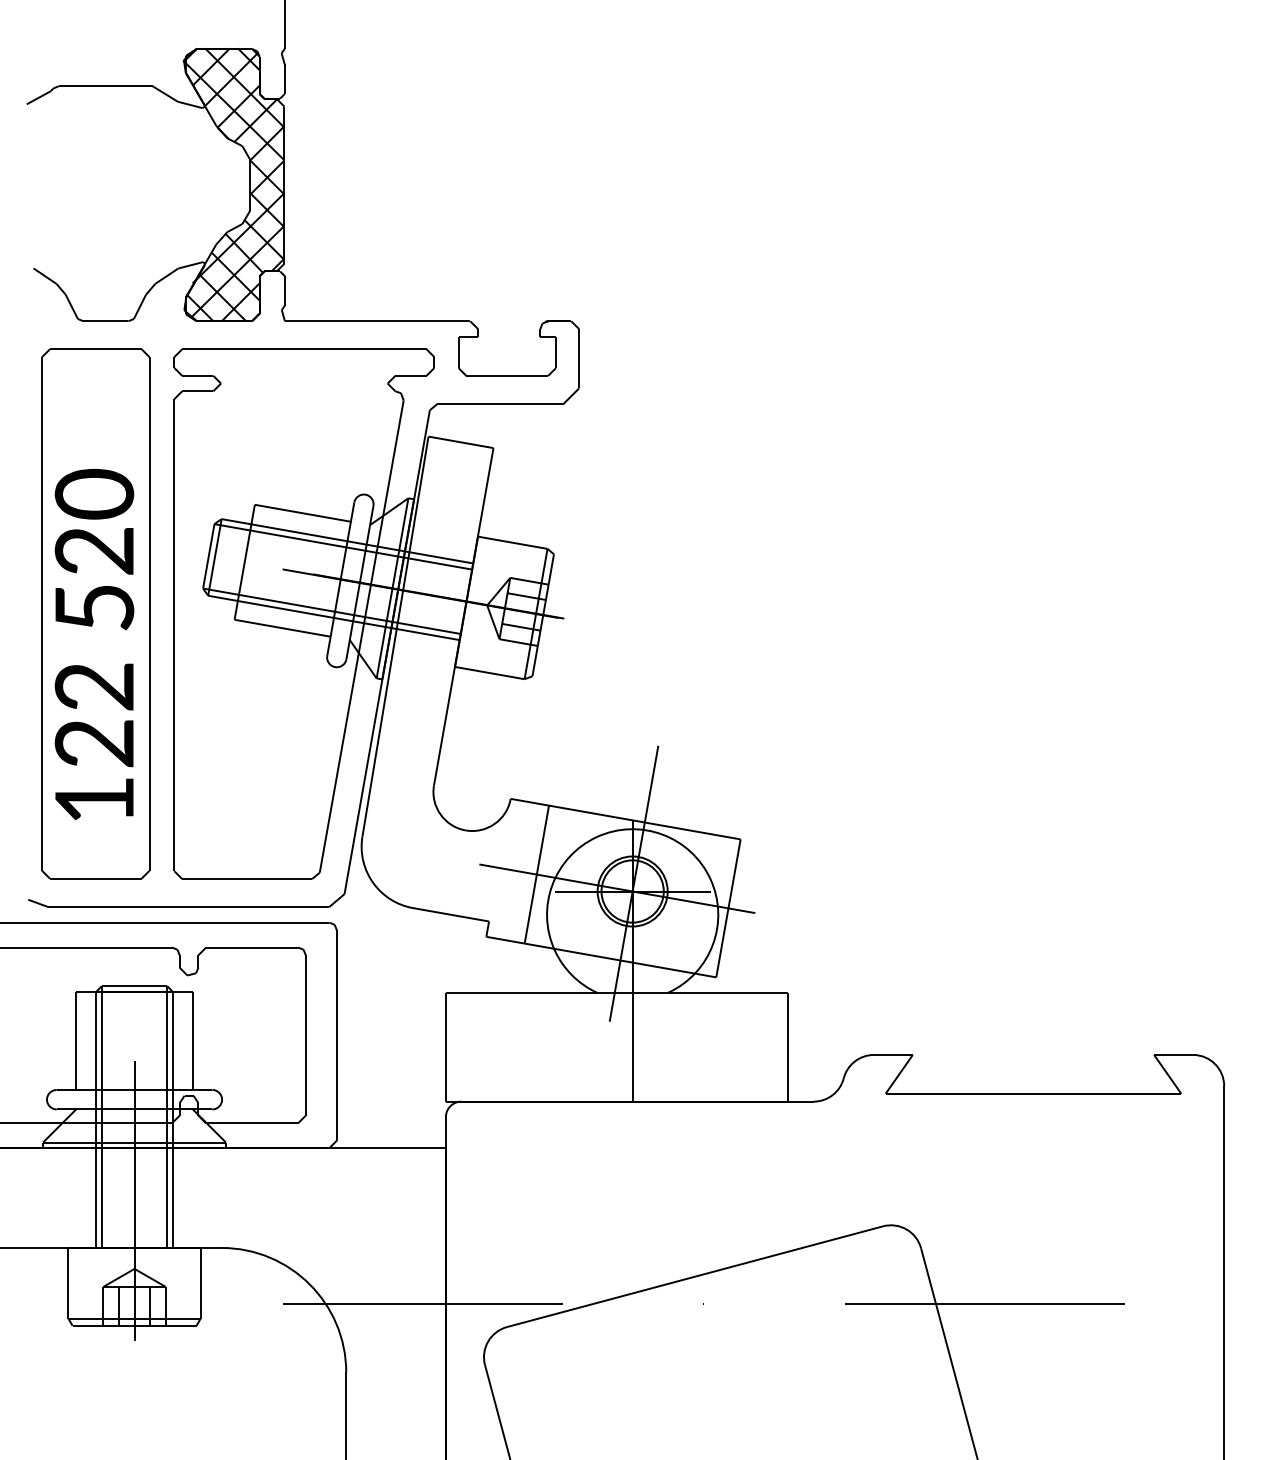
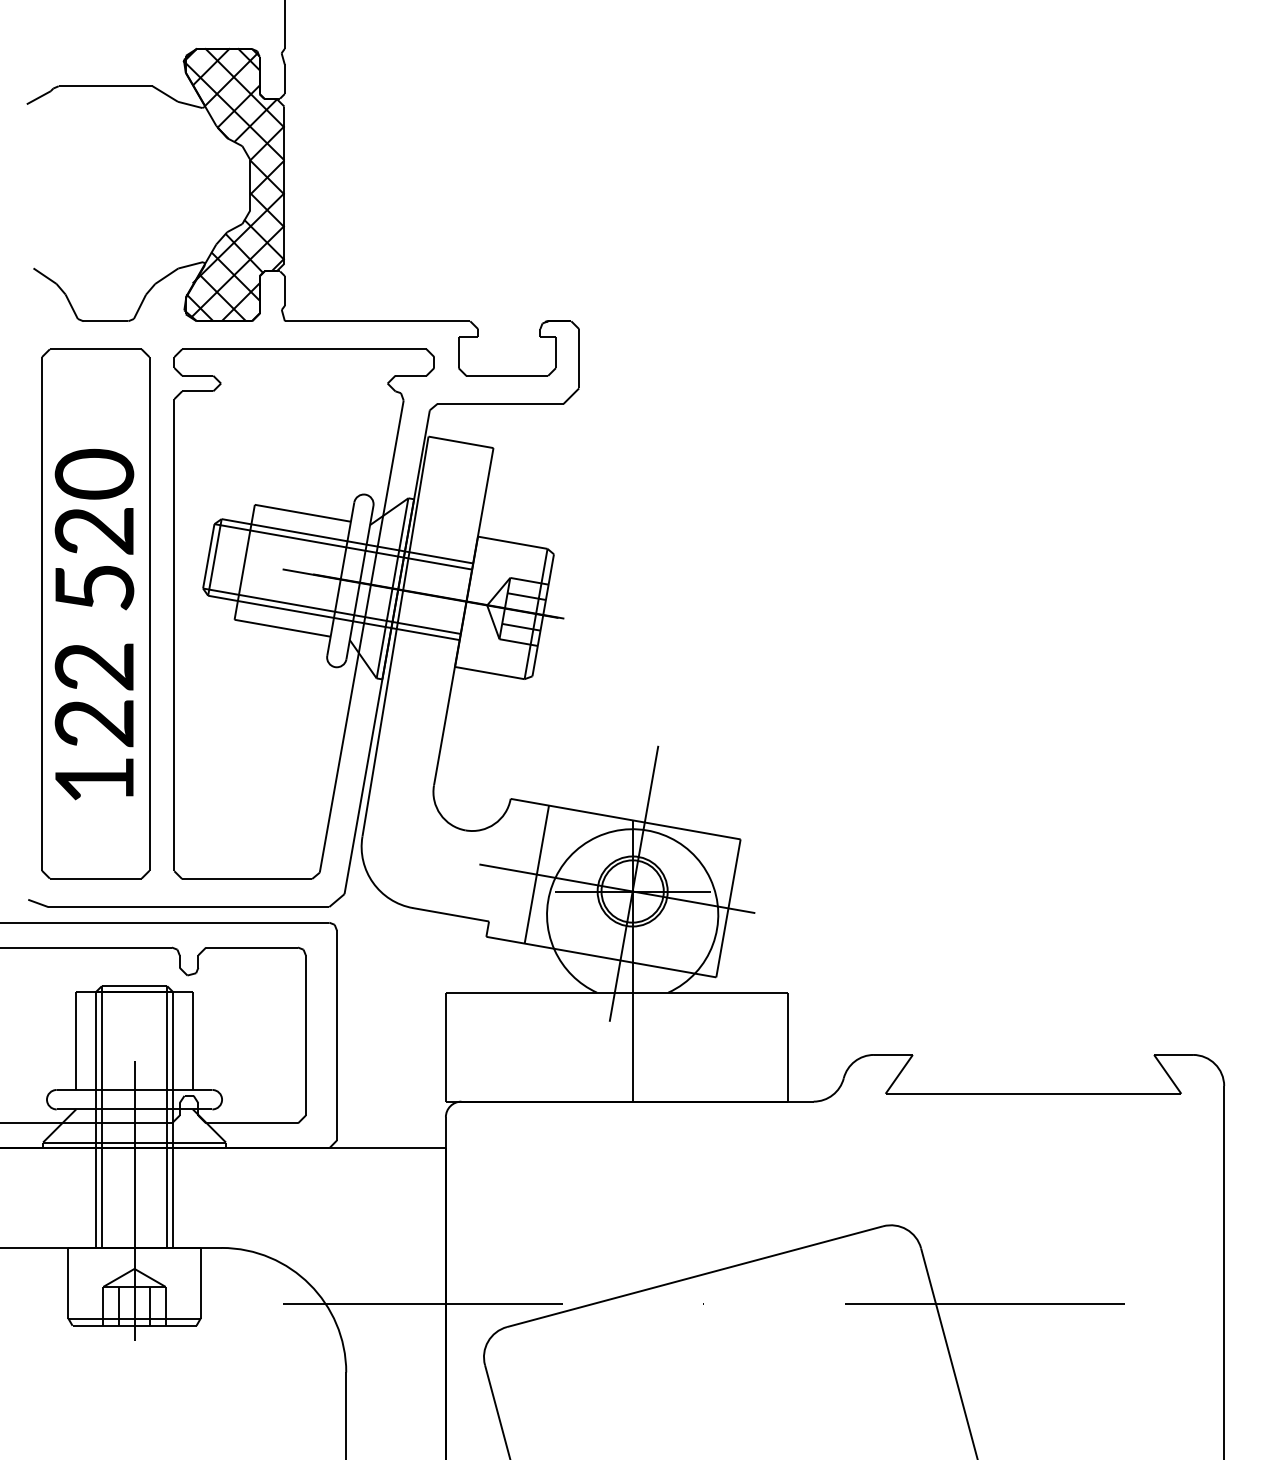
text at (94, 644) position: (94, 644) -> (94, 624)
